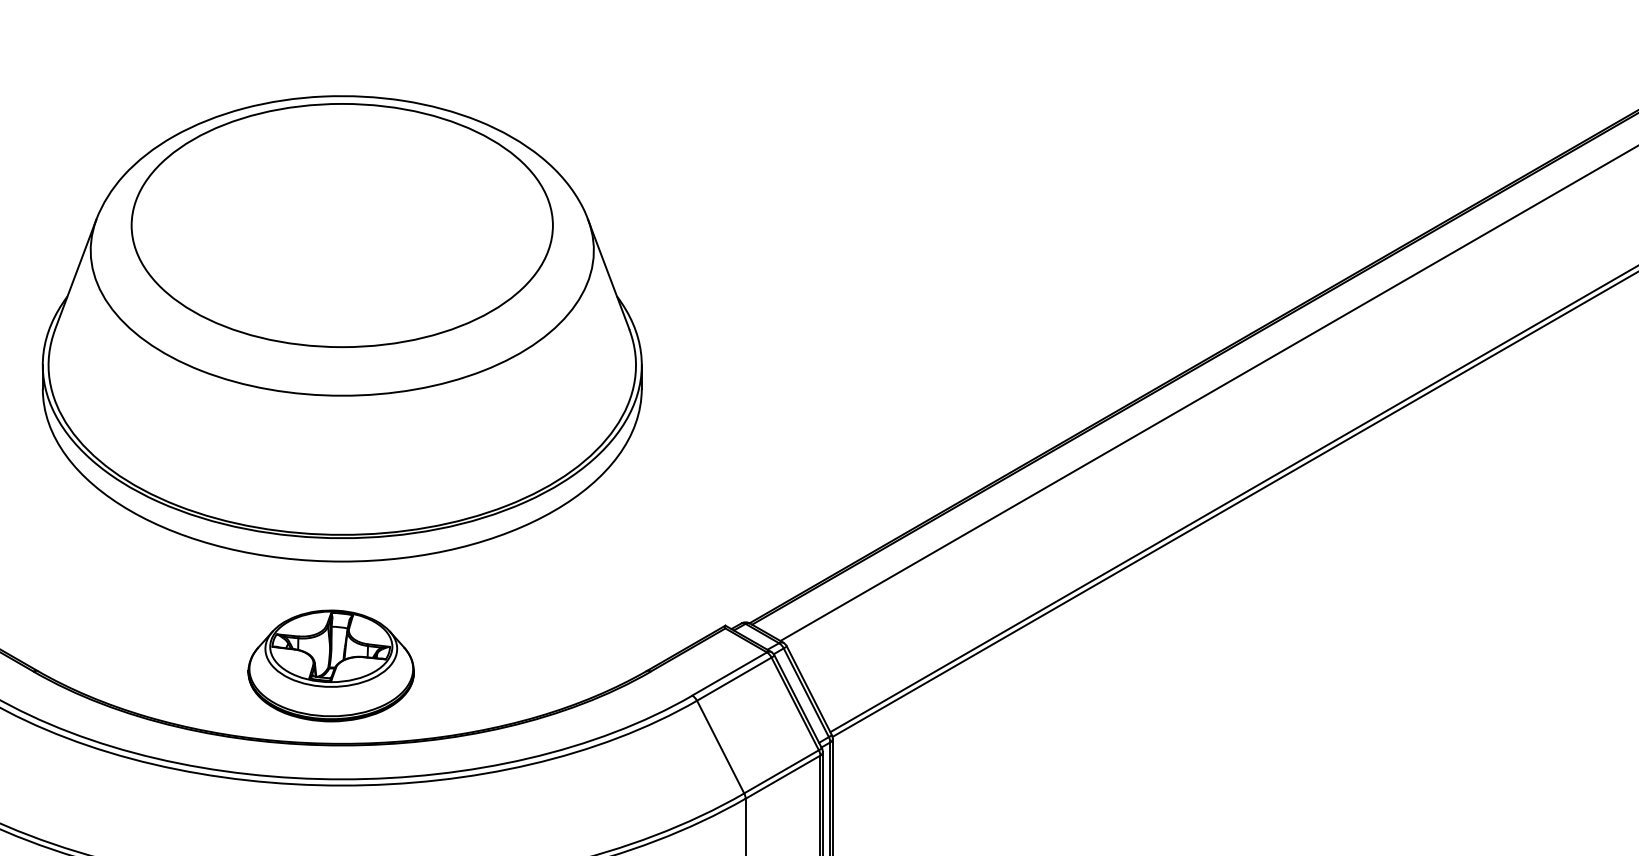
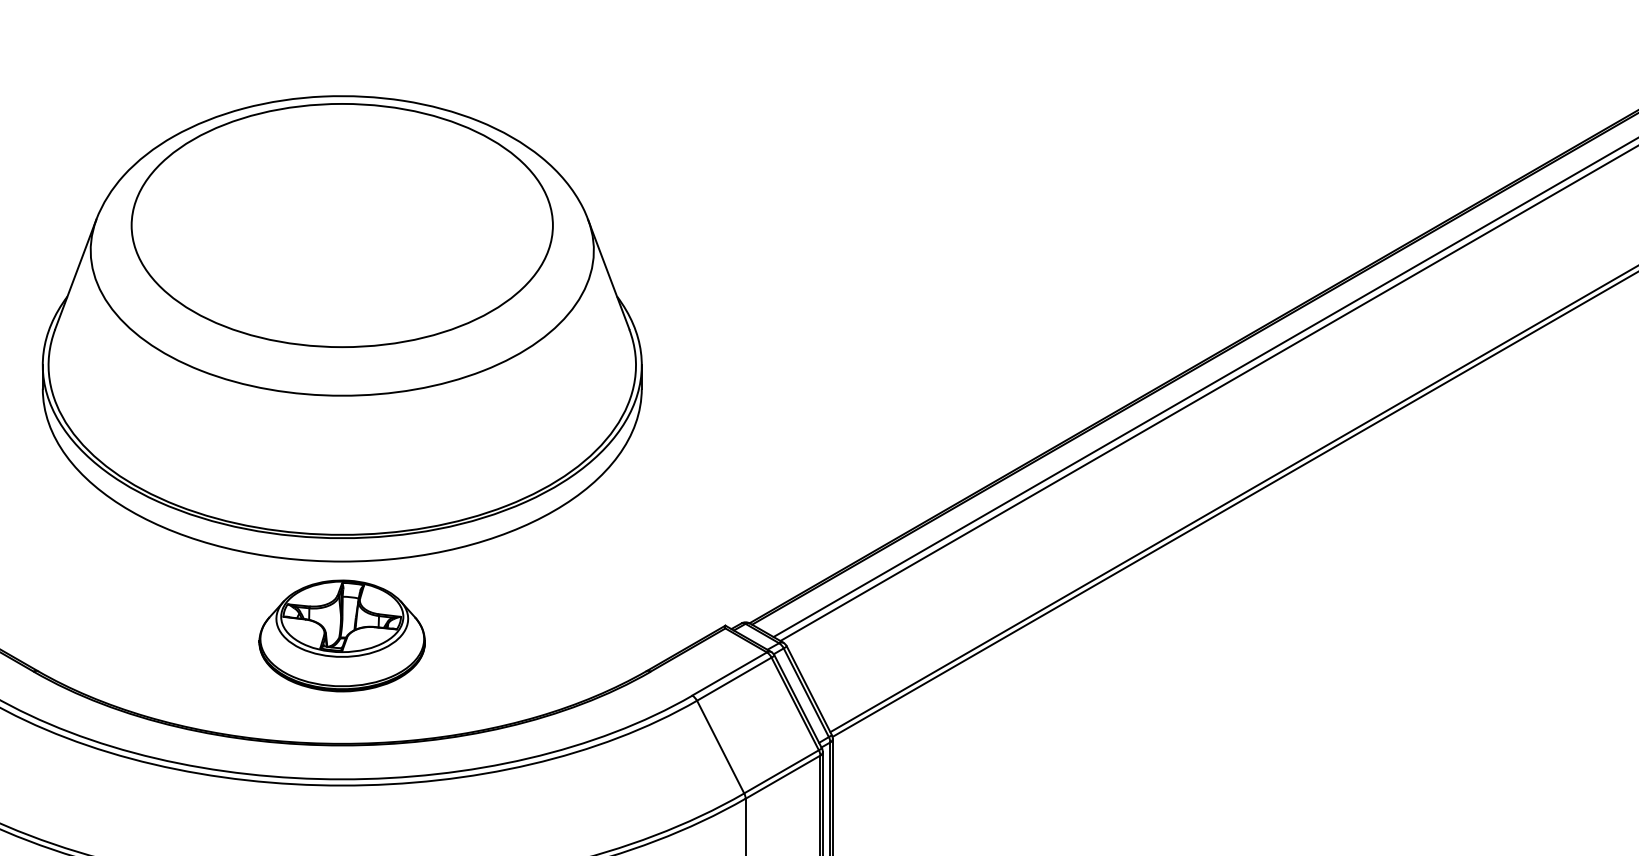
line at (1204, 388): none -> present
part at (330, 665) position: (330, 665) -> (341, 635)
